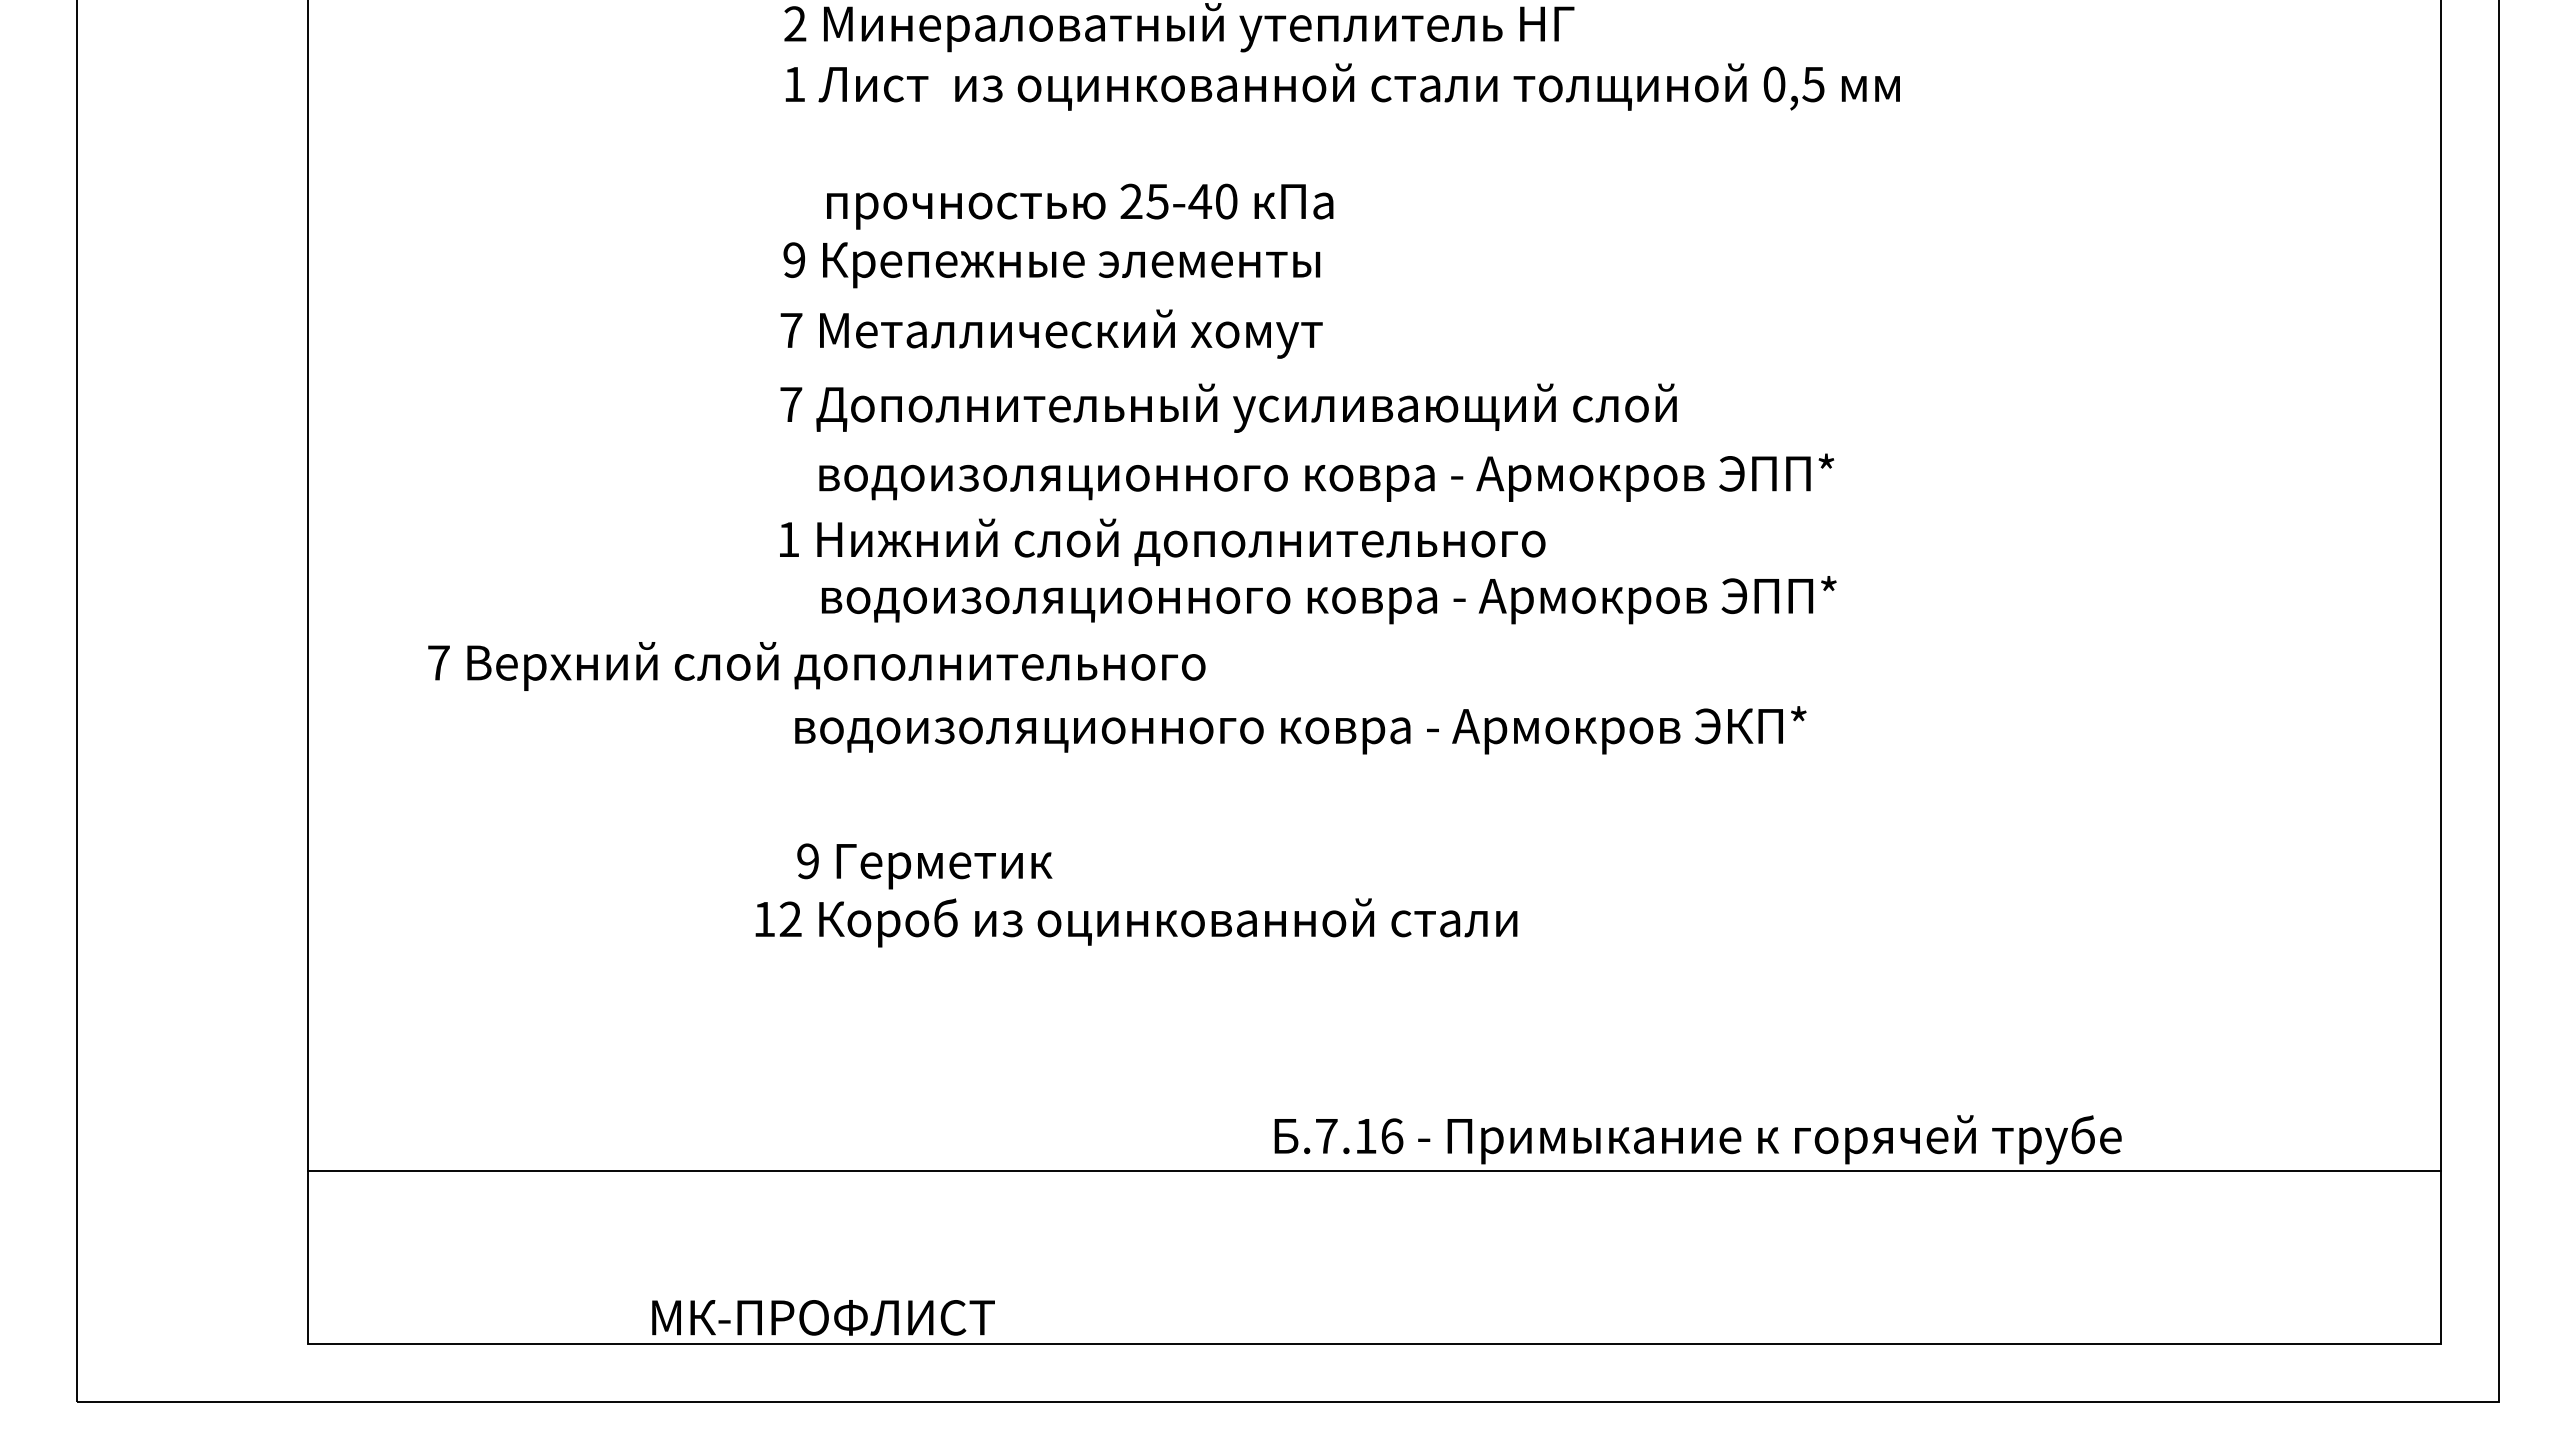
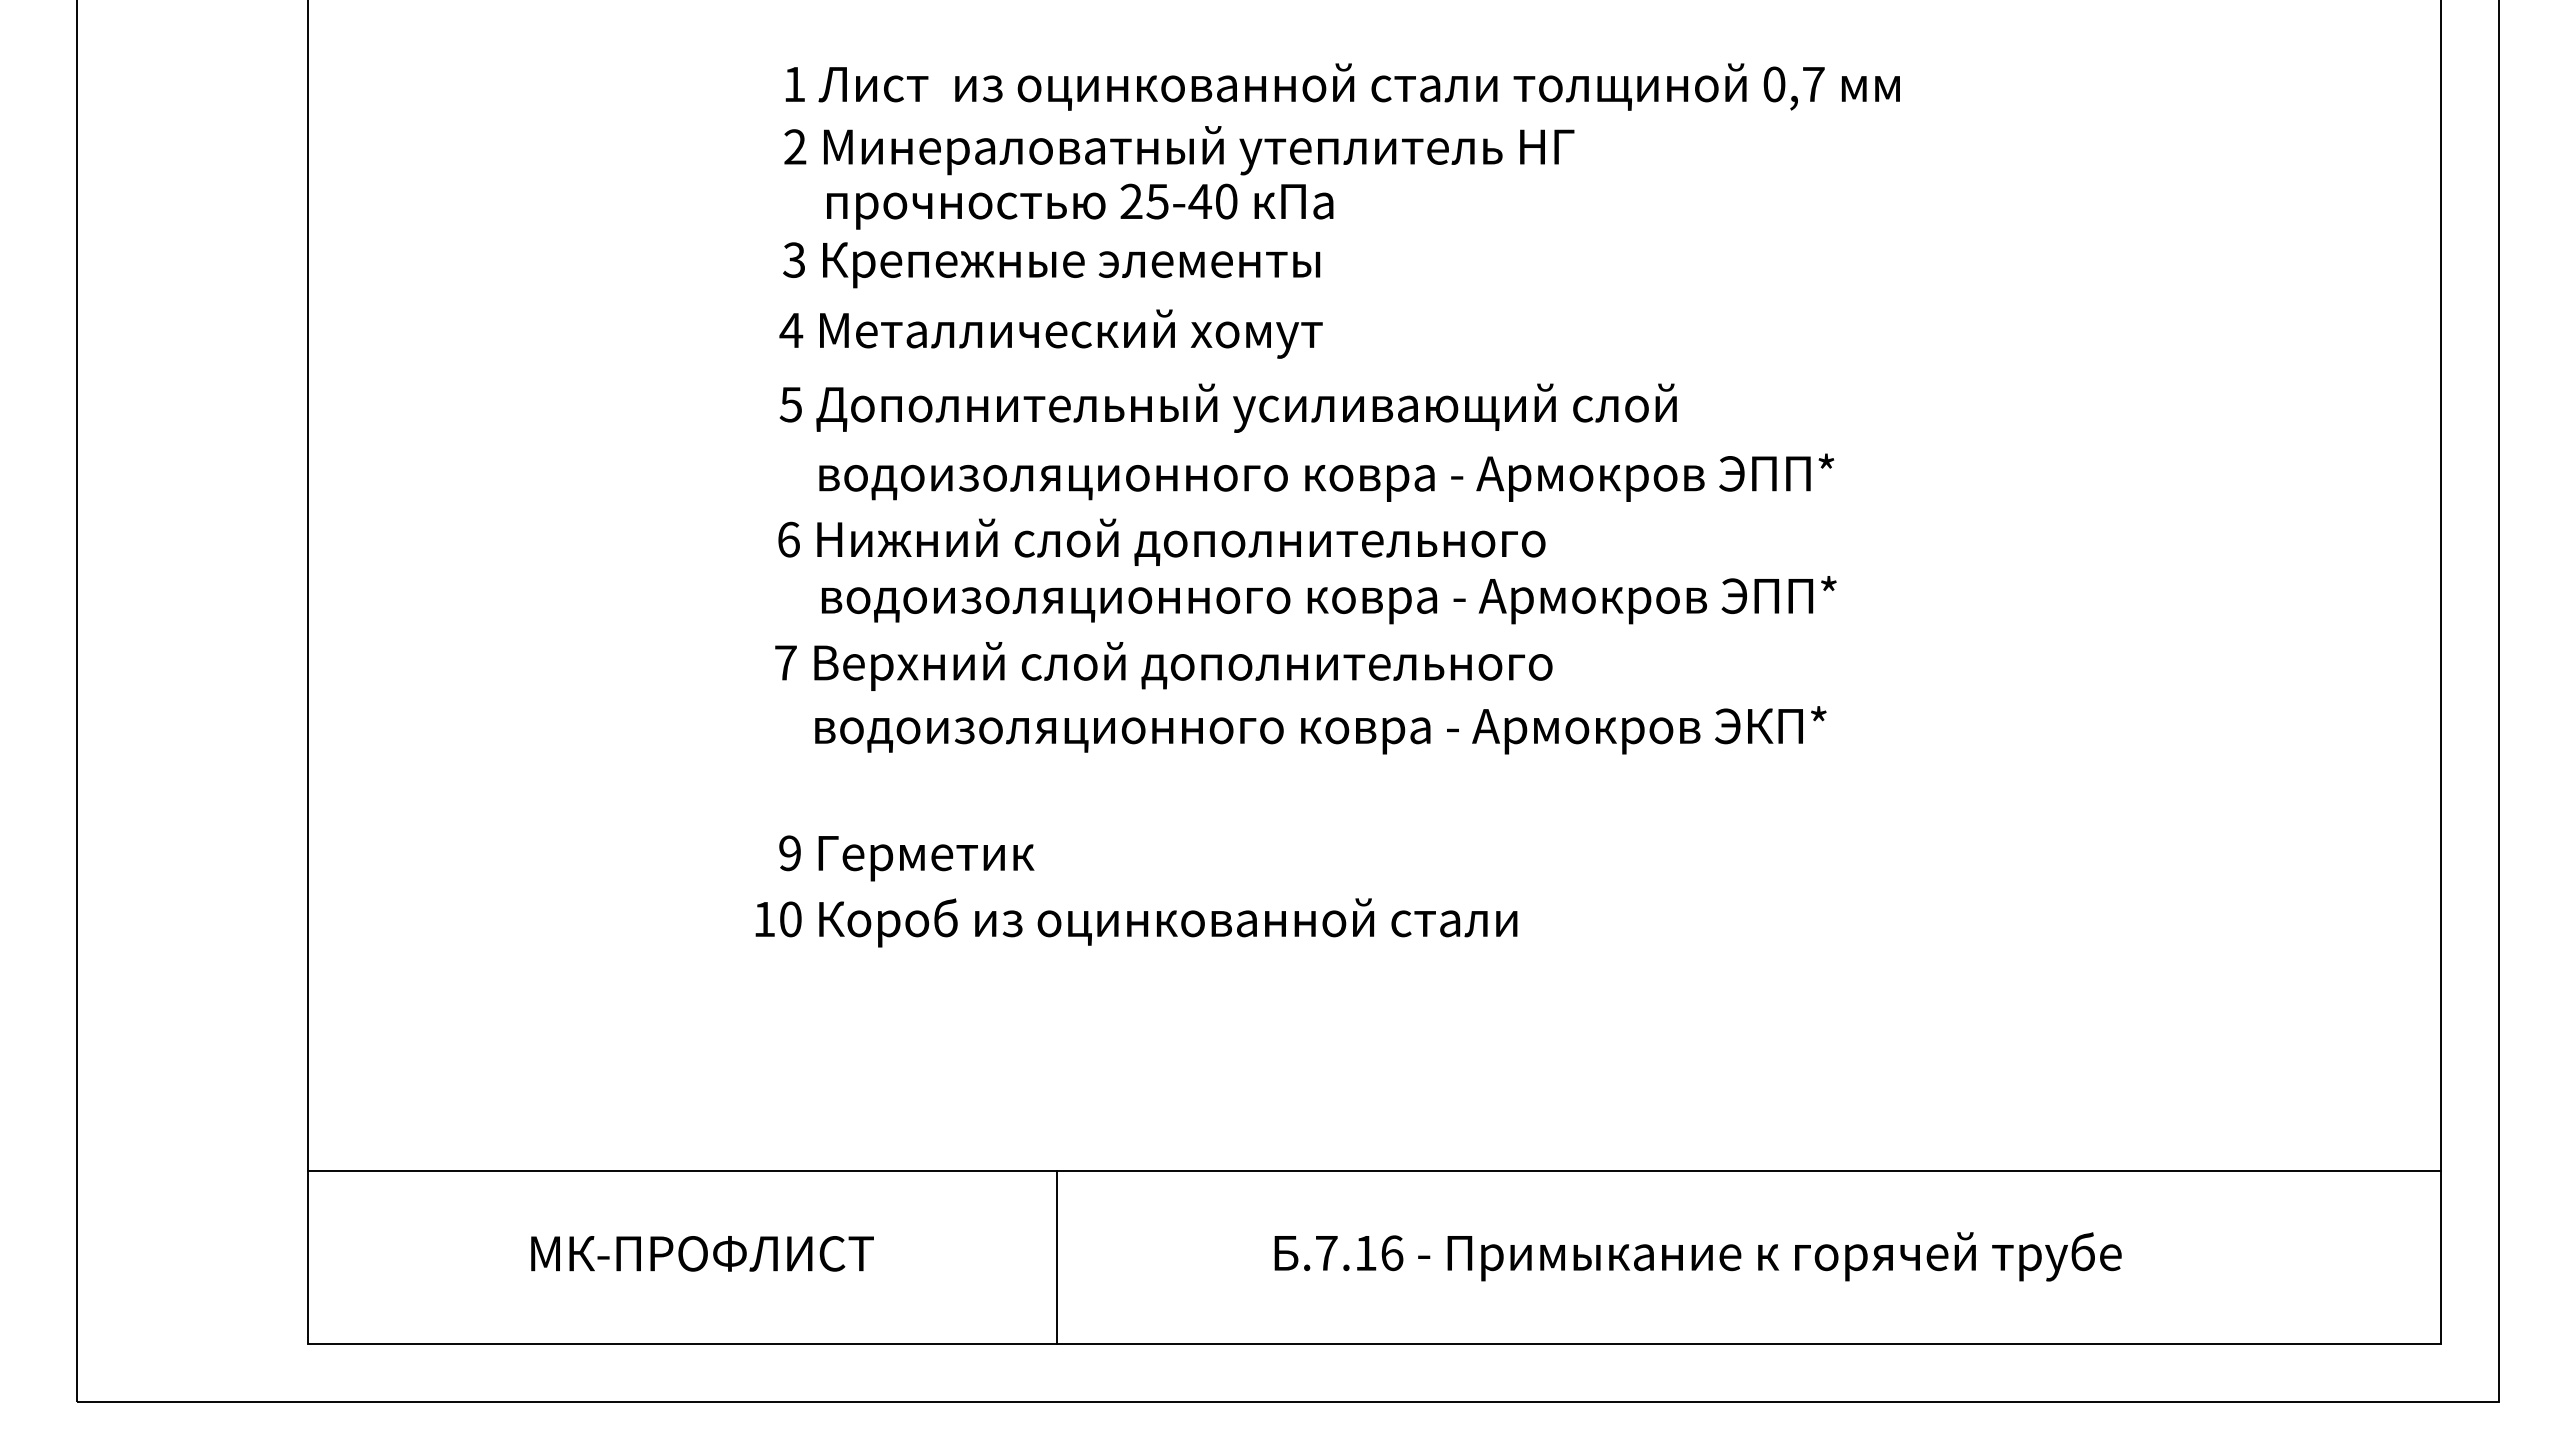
text at (1179, 27) position: (1179, 27) -> (1179, 150)
text at (1813, 84): 0,5 -> 0,7
text at (794, 259): 9 -> 3
text at (791, 330): 7 -> 4
text at (790, 404): 7 -> 5
text at (788, 539): 1 -> 6
text at (816, 666) position: (816, 666) -> (1163, 666)
text at (1300, 730) position: (1300, 730) -> (1320, 730)
text at (924, 866) position: (924, 866) -> (906, 858)
text at (790, 919): 12 -> 10
text at (1697, 1139) position: (1697, 1139) -> (1697, 1256)
line at (1057, 1257): none -> present
text at (823, 1317) position: (823, 1317) -> (702, 1253)
